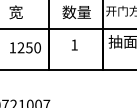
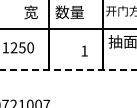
text at (76, 11) position: (76, 11) -> (69, 11)
text at (15, 12) position: (15, 12) -> (30, 12)
text at (74, 44) position: (74, 44) -> (84, 50)
text at (25, 47) position: (25, 47) -> (18, 47)
line at (68, 69): solid -> dashed
